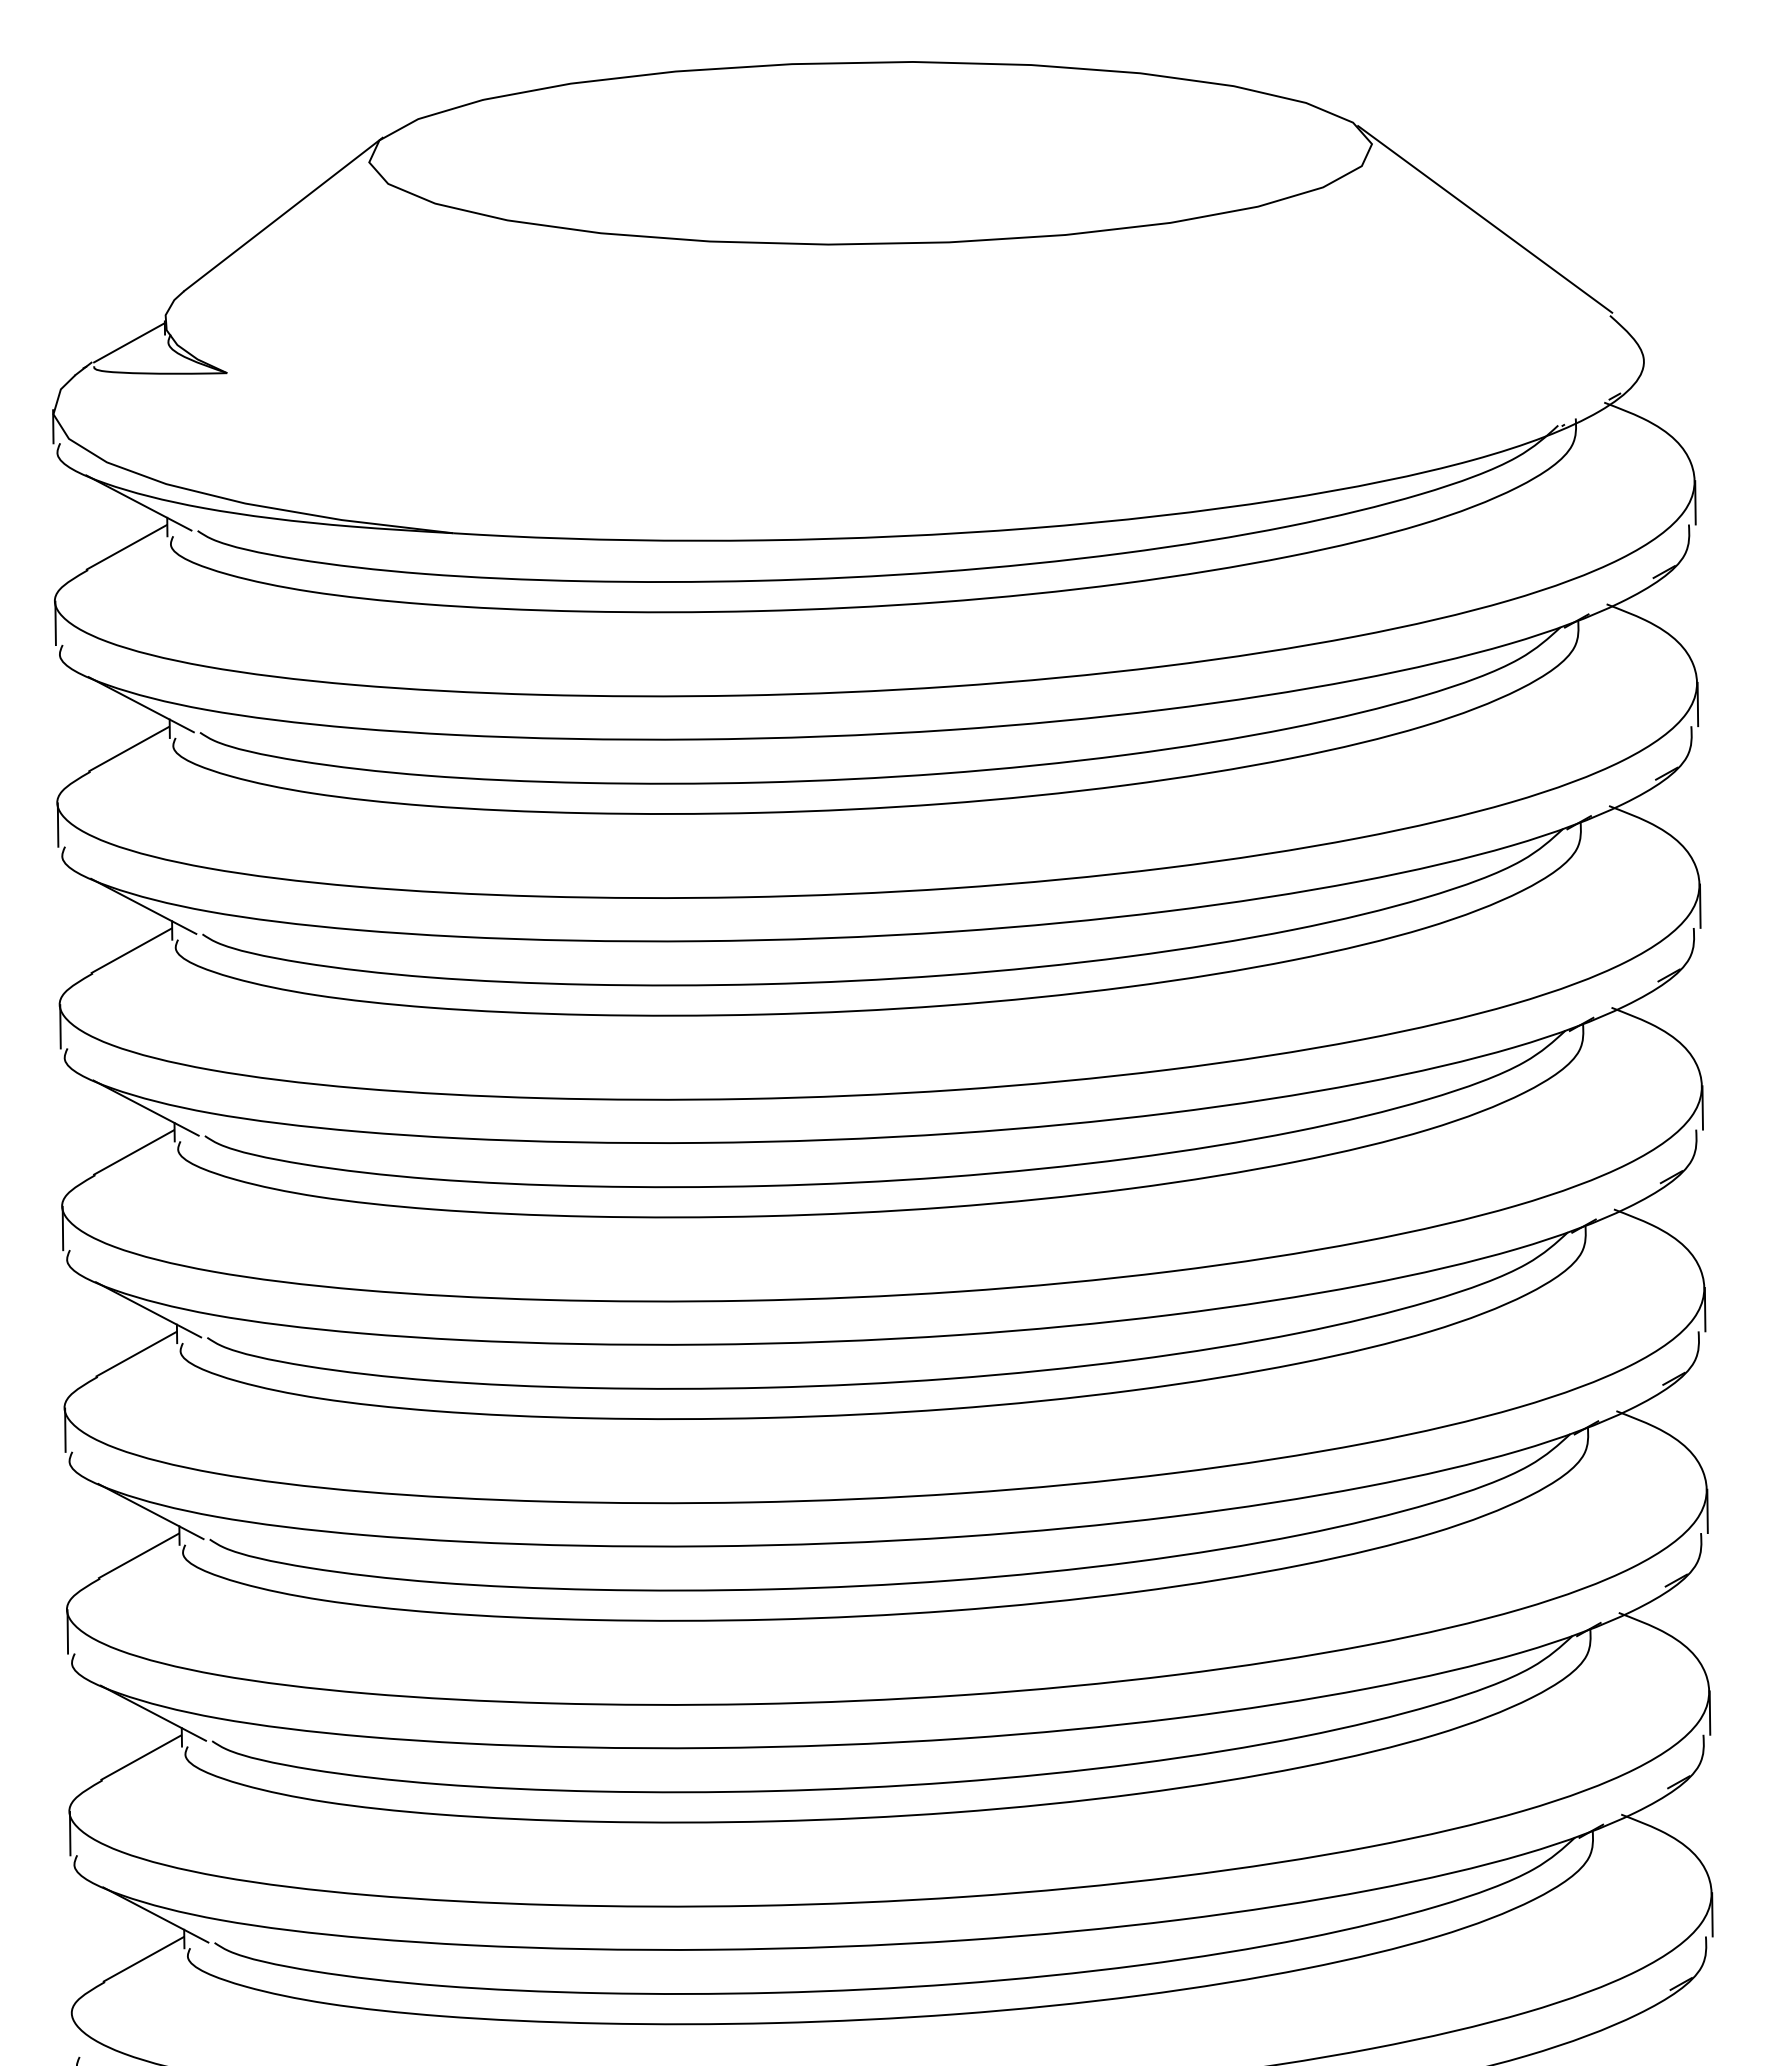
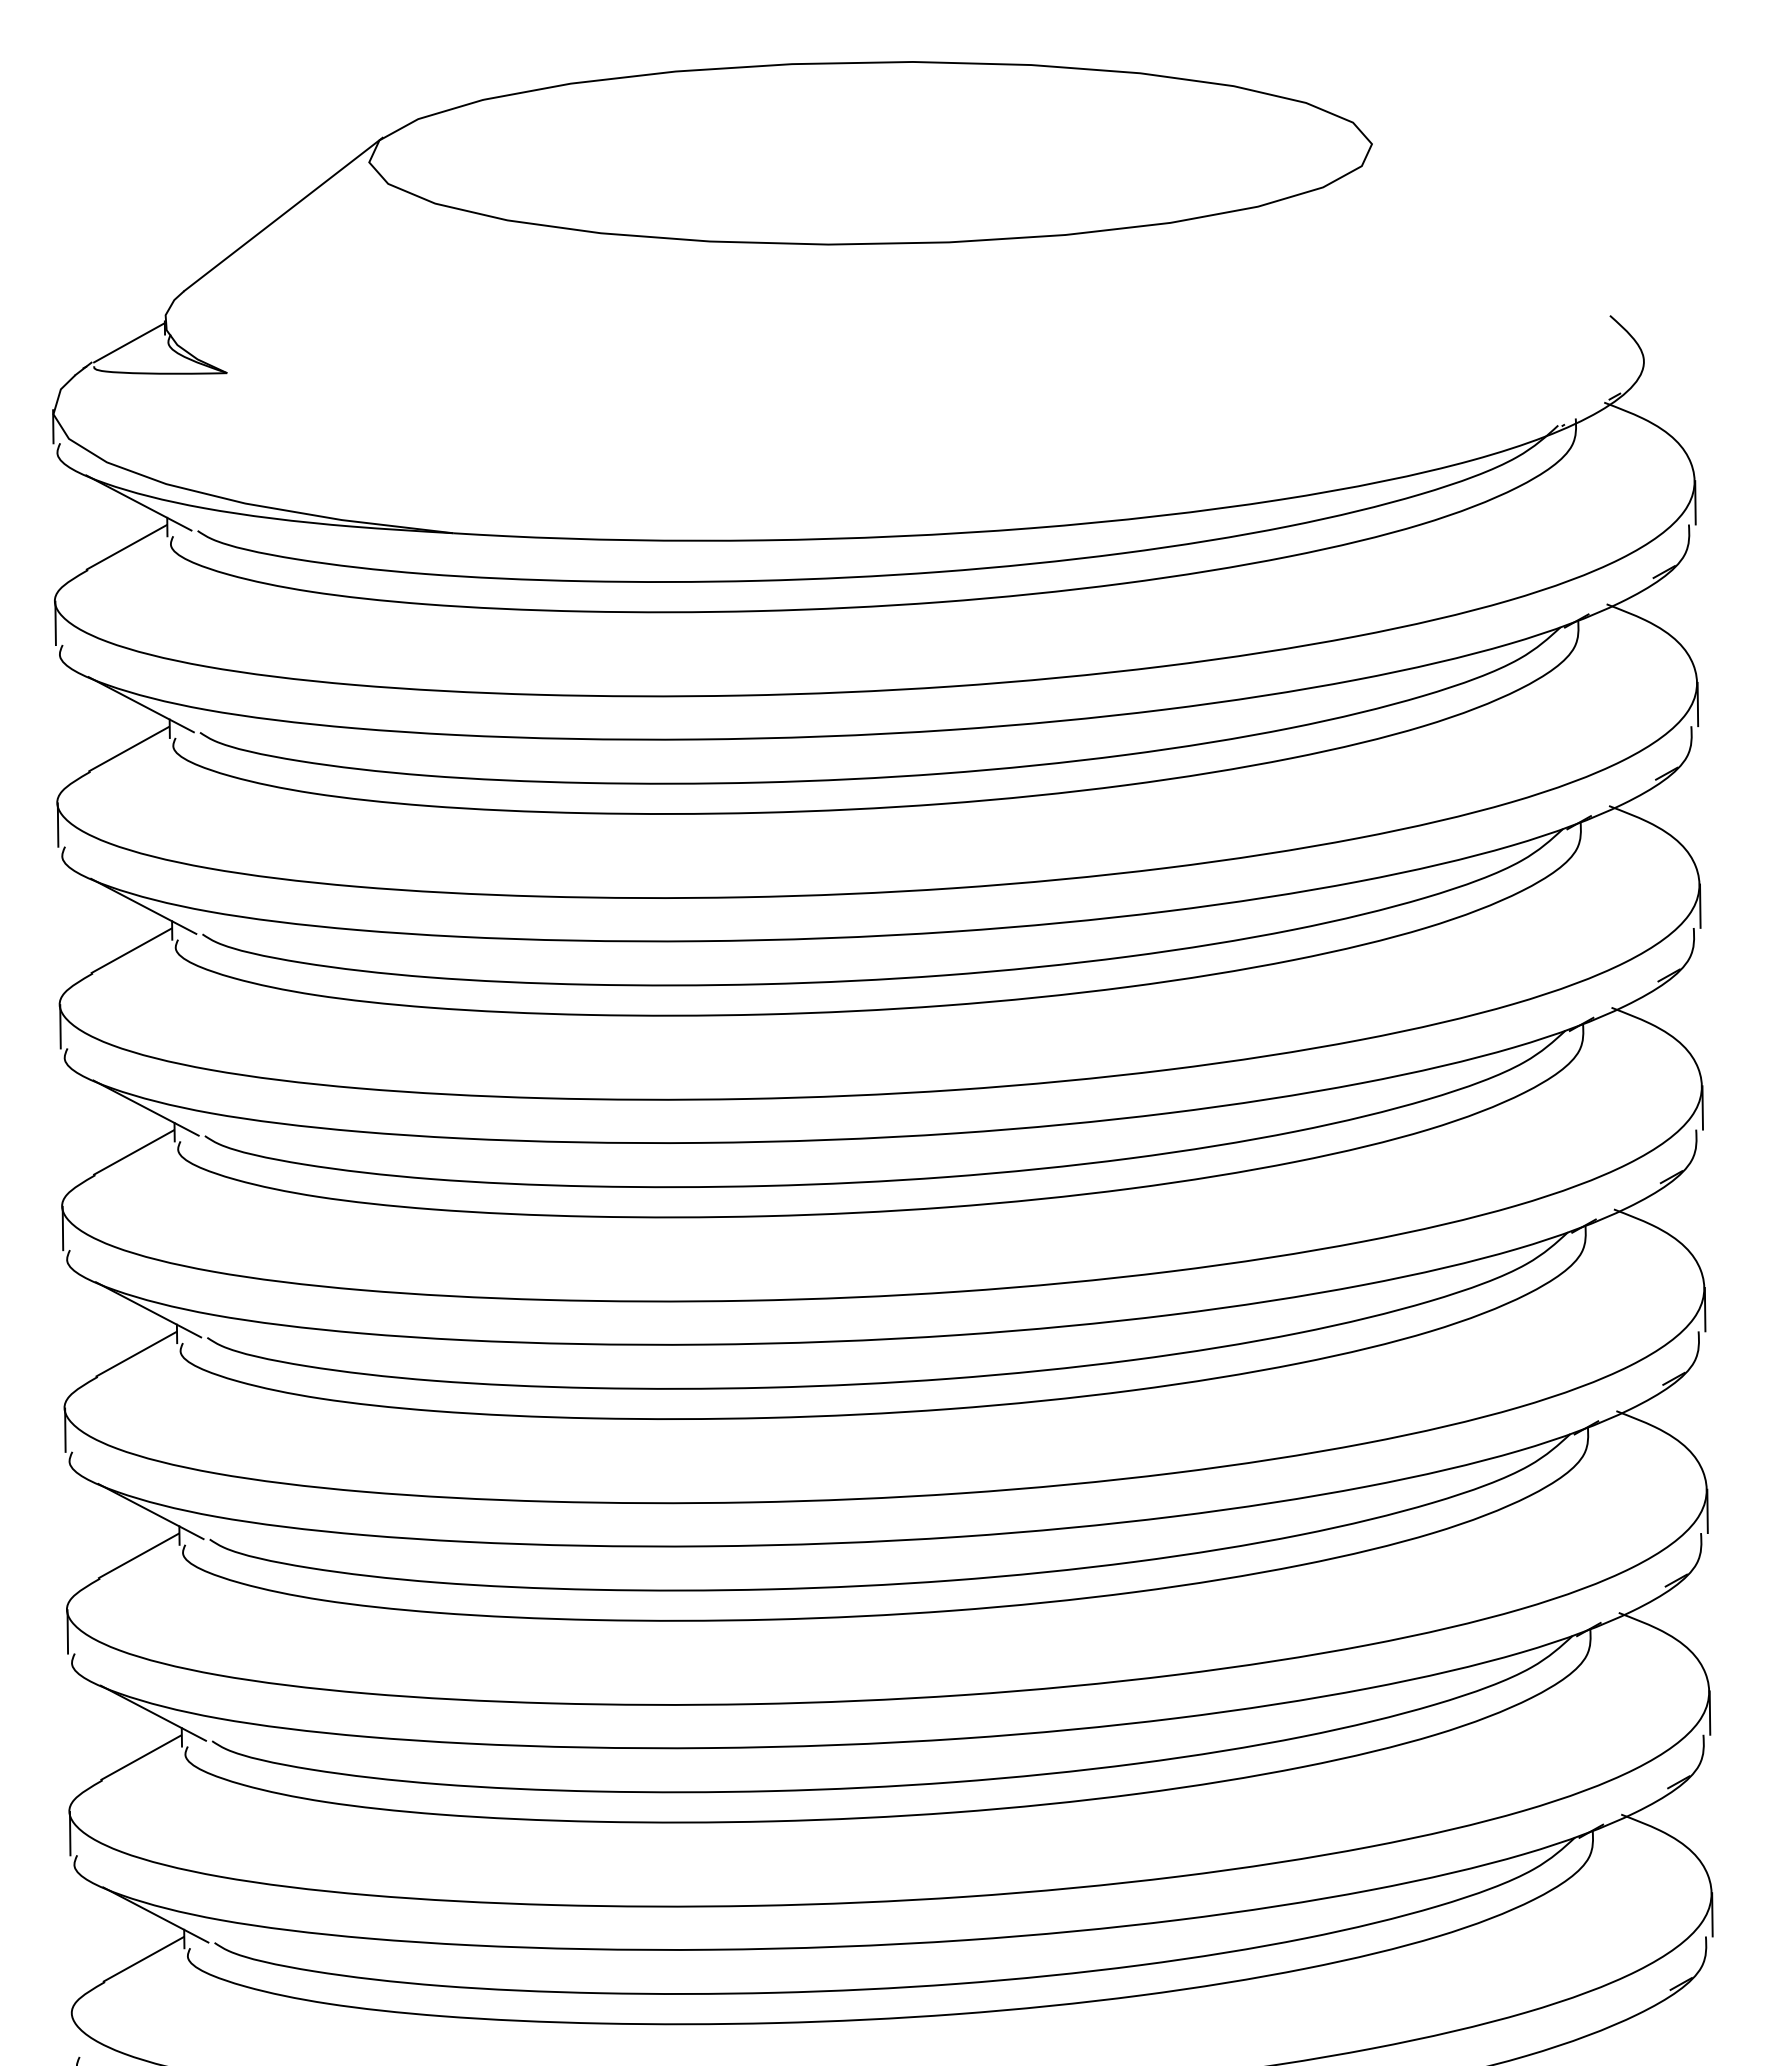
line at (1485, 219): present -> none
